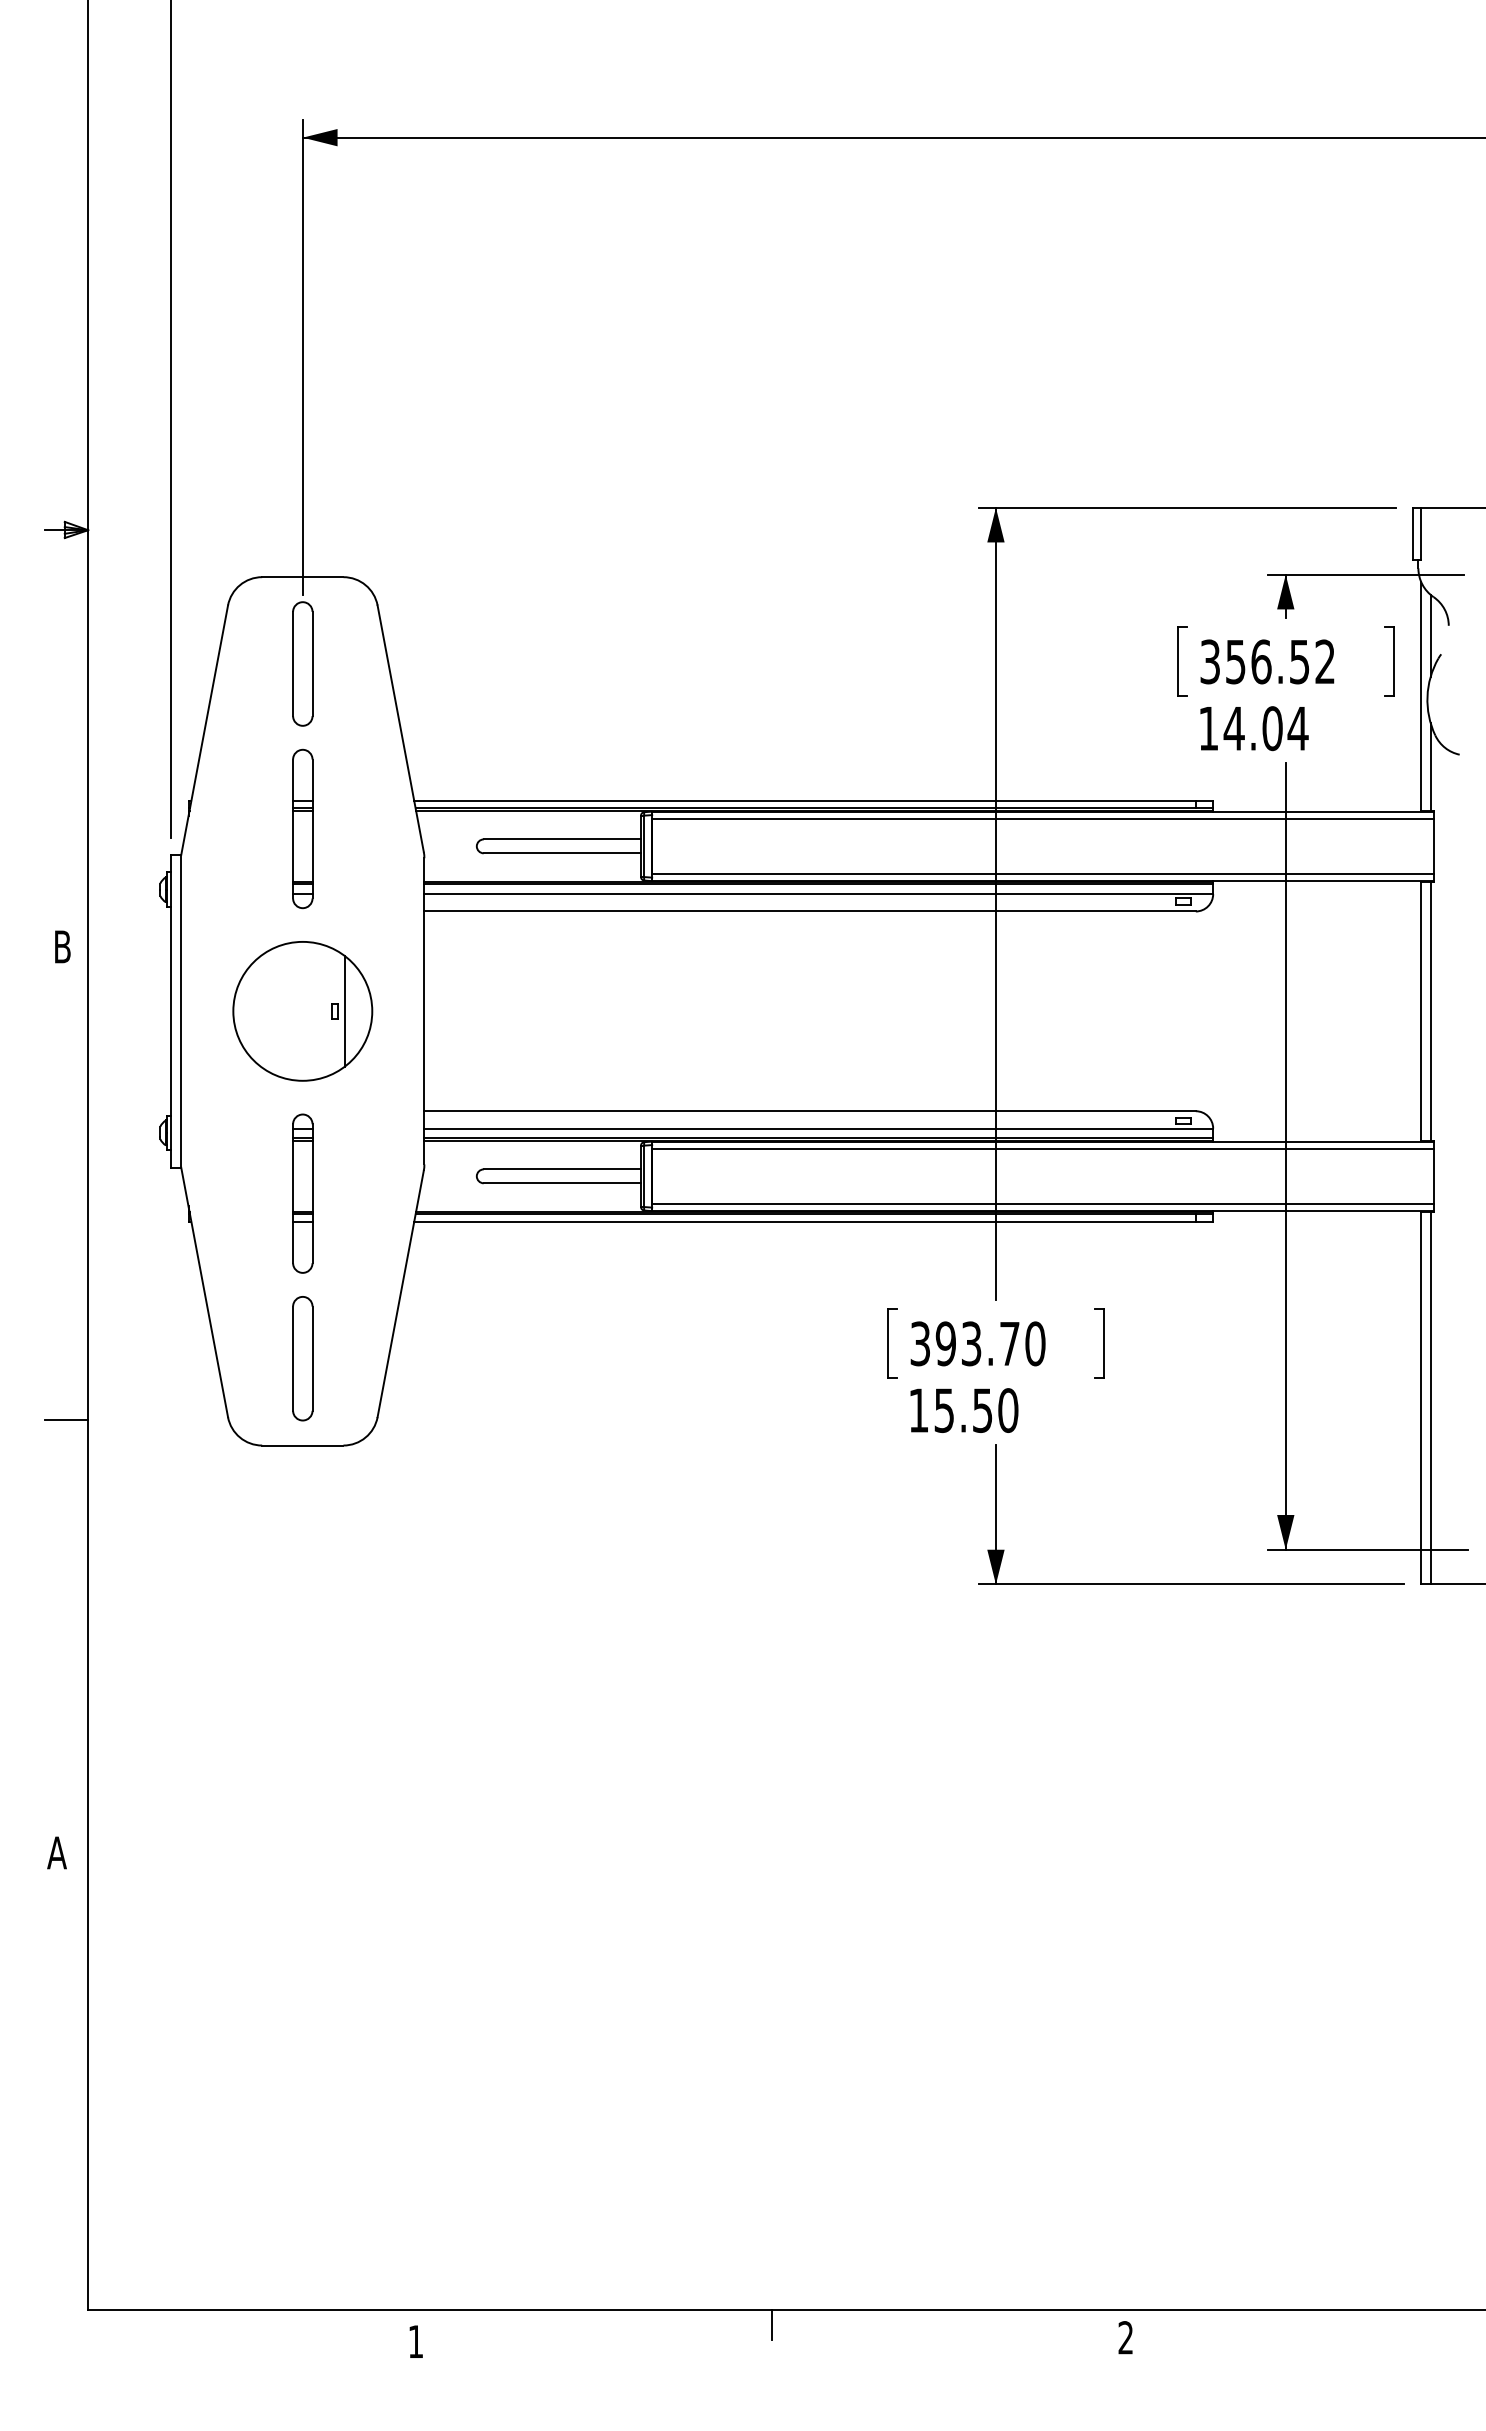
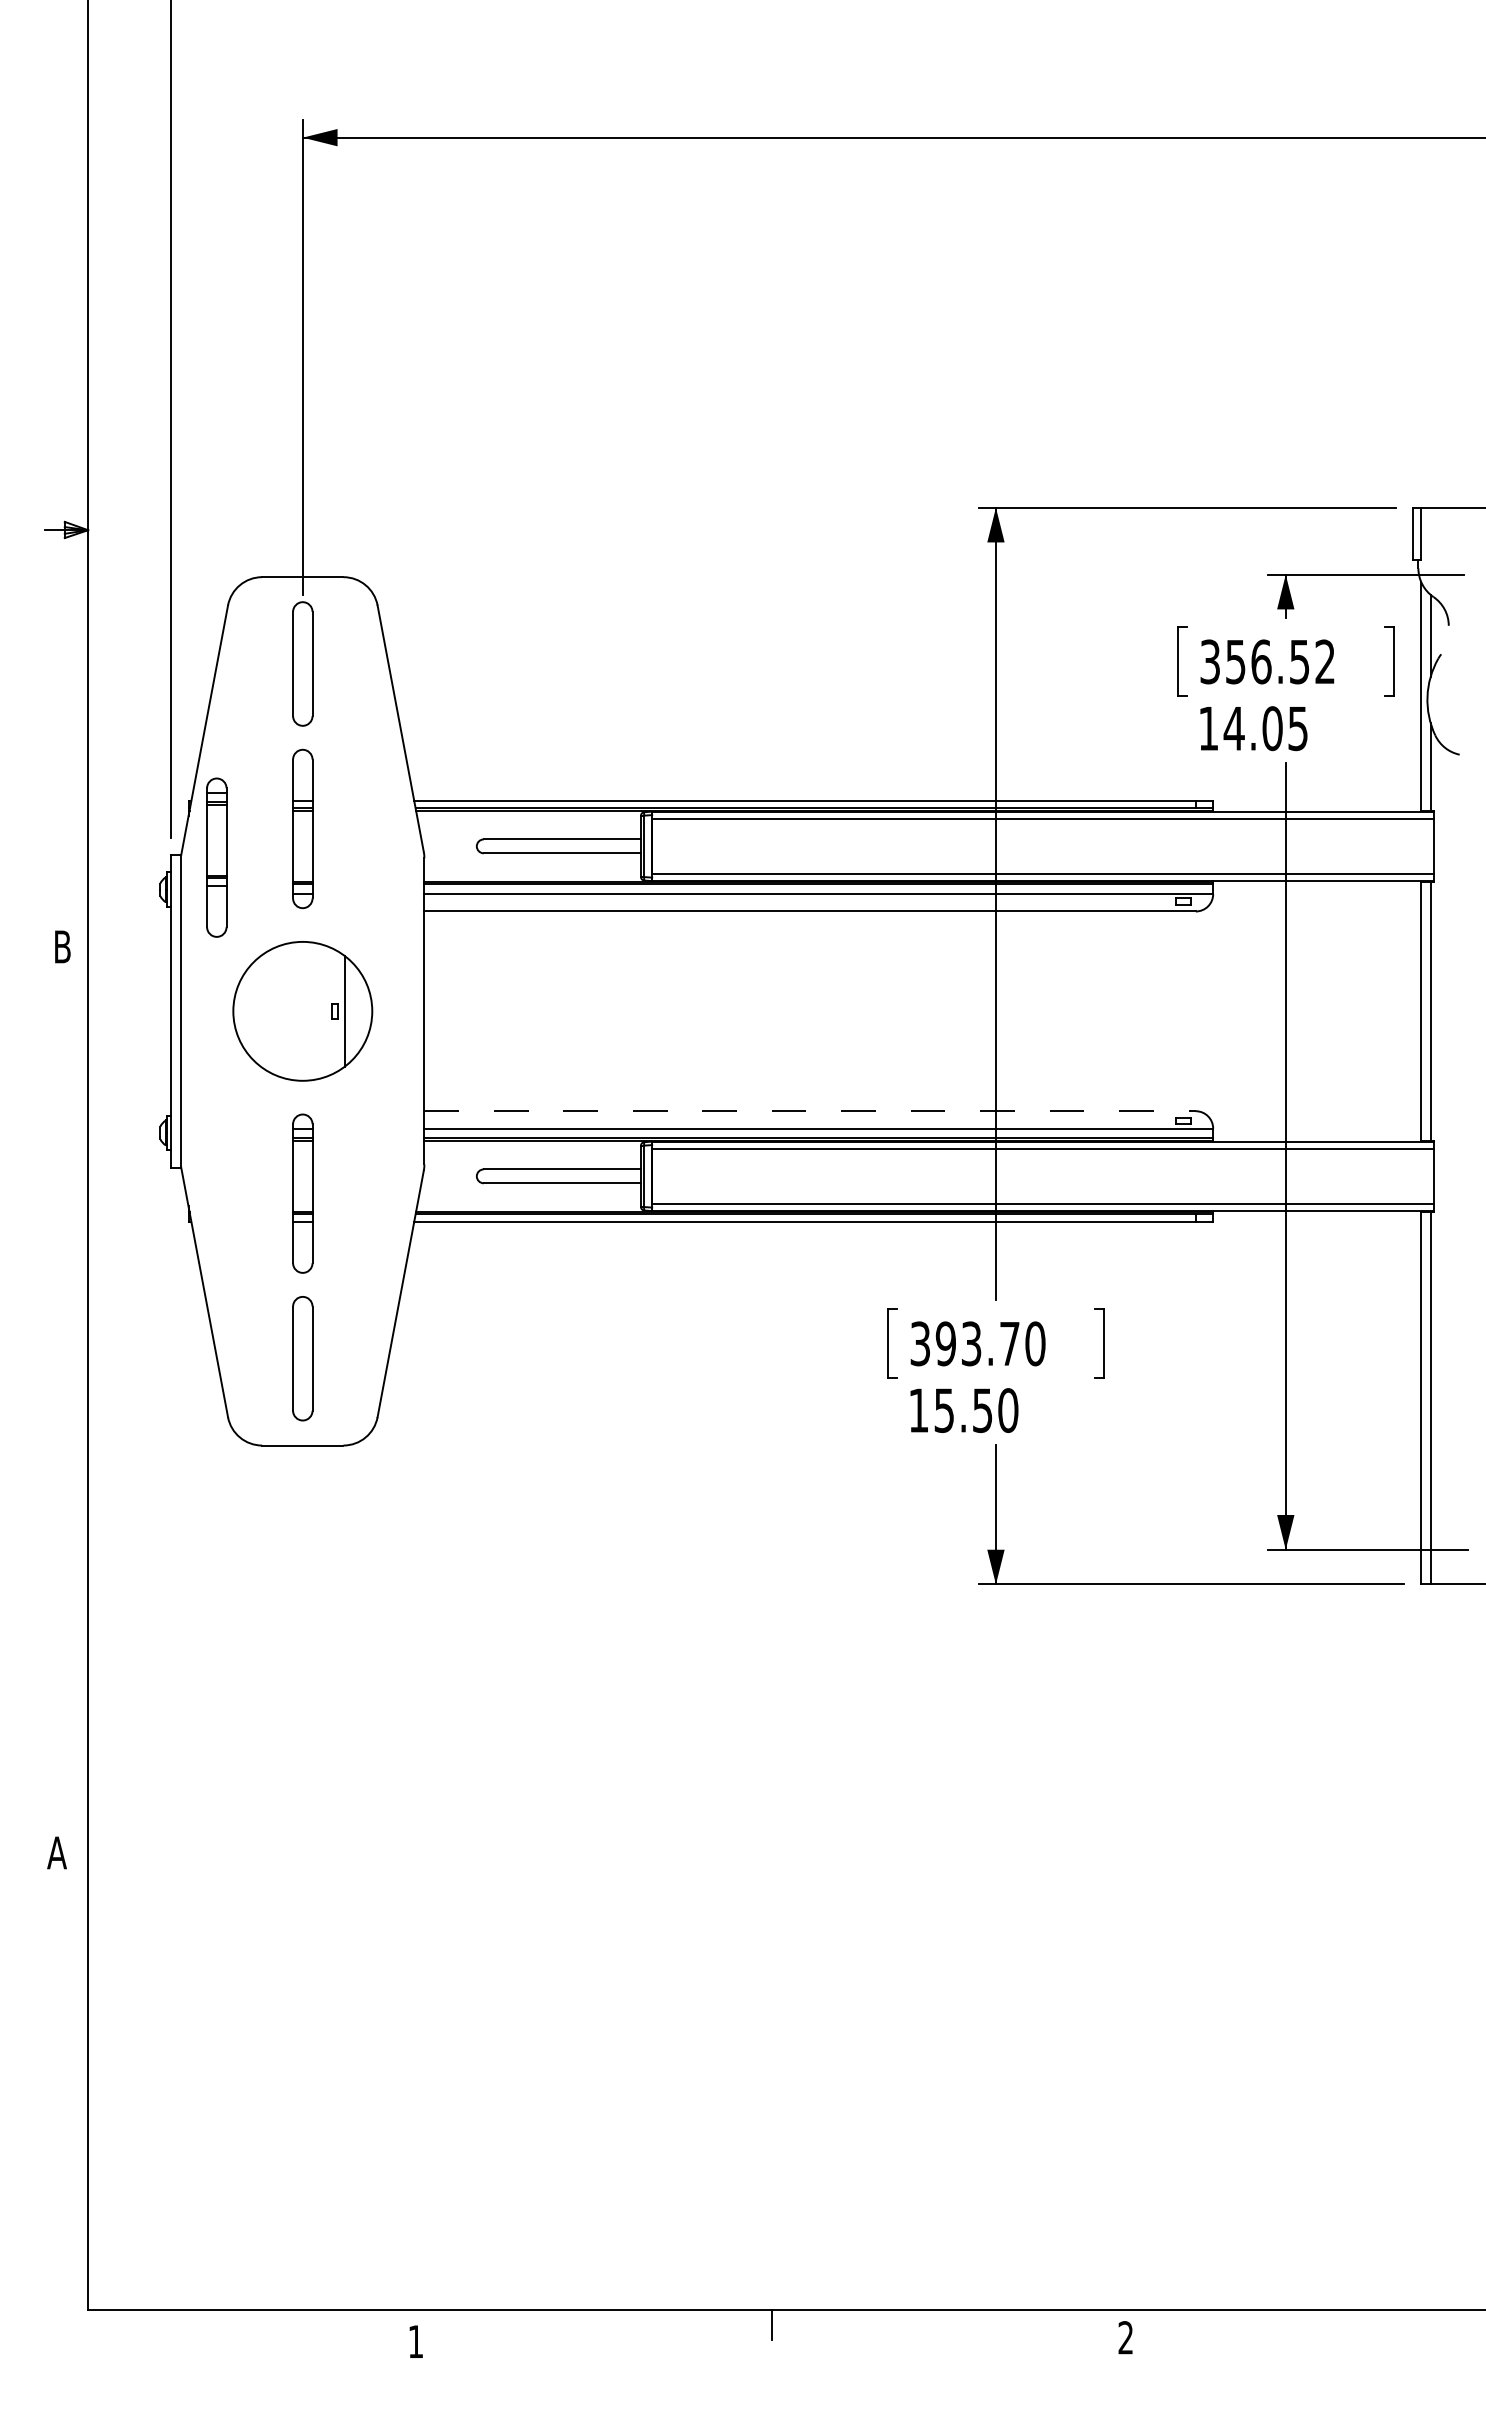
text at (1297, 729): 14.04 -> 14.05
part at (216, 857): none -> present
line at (810, 1111): solid -> dashed
line at (66, 1420): present -> none
